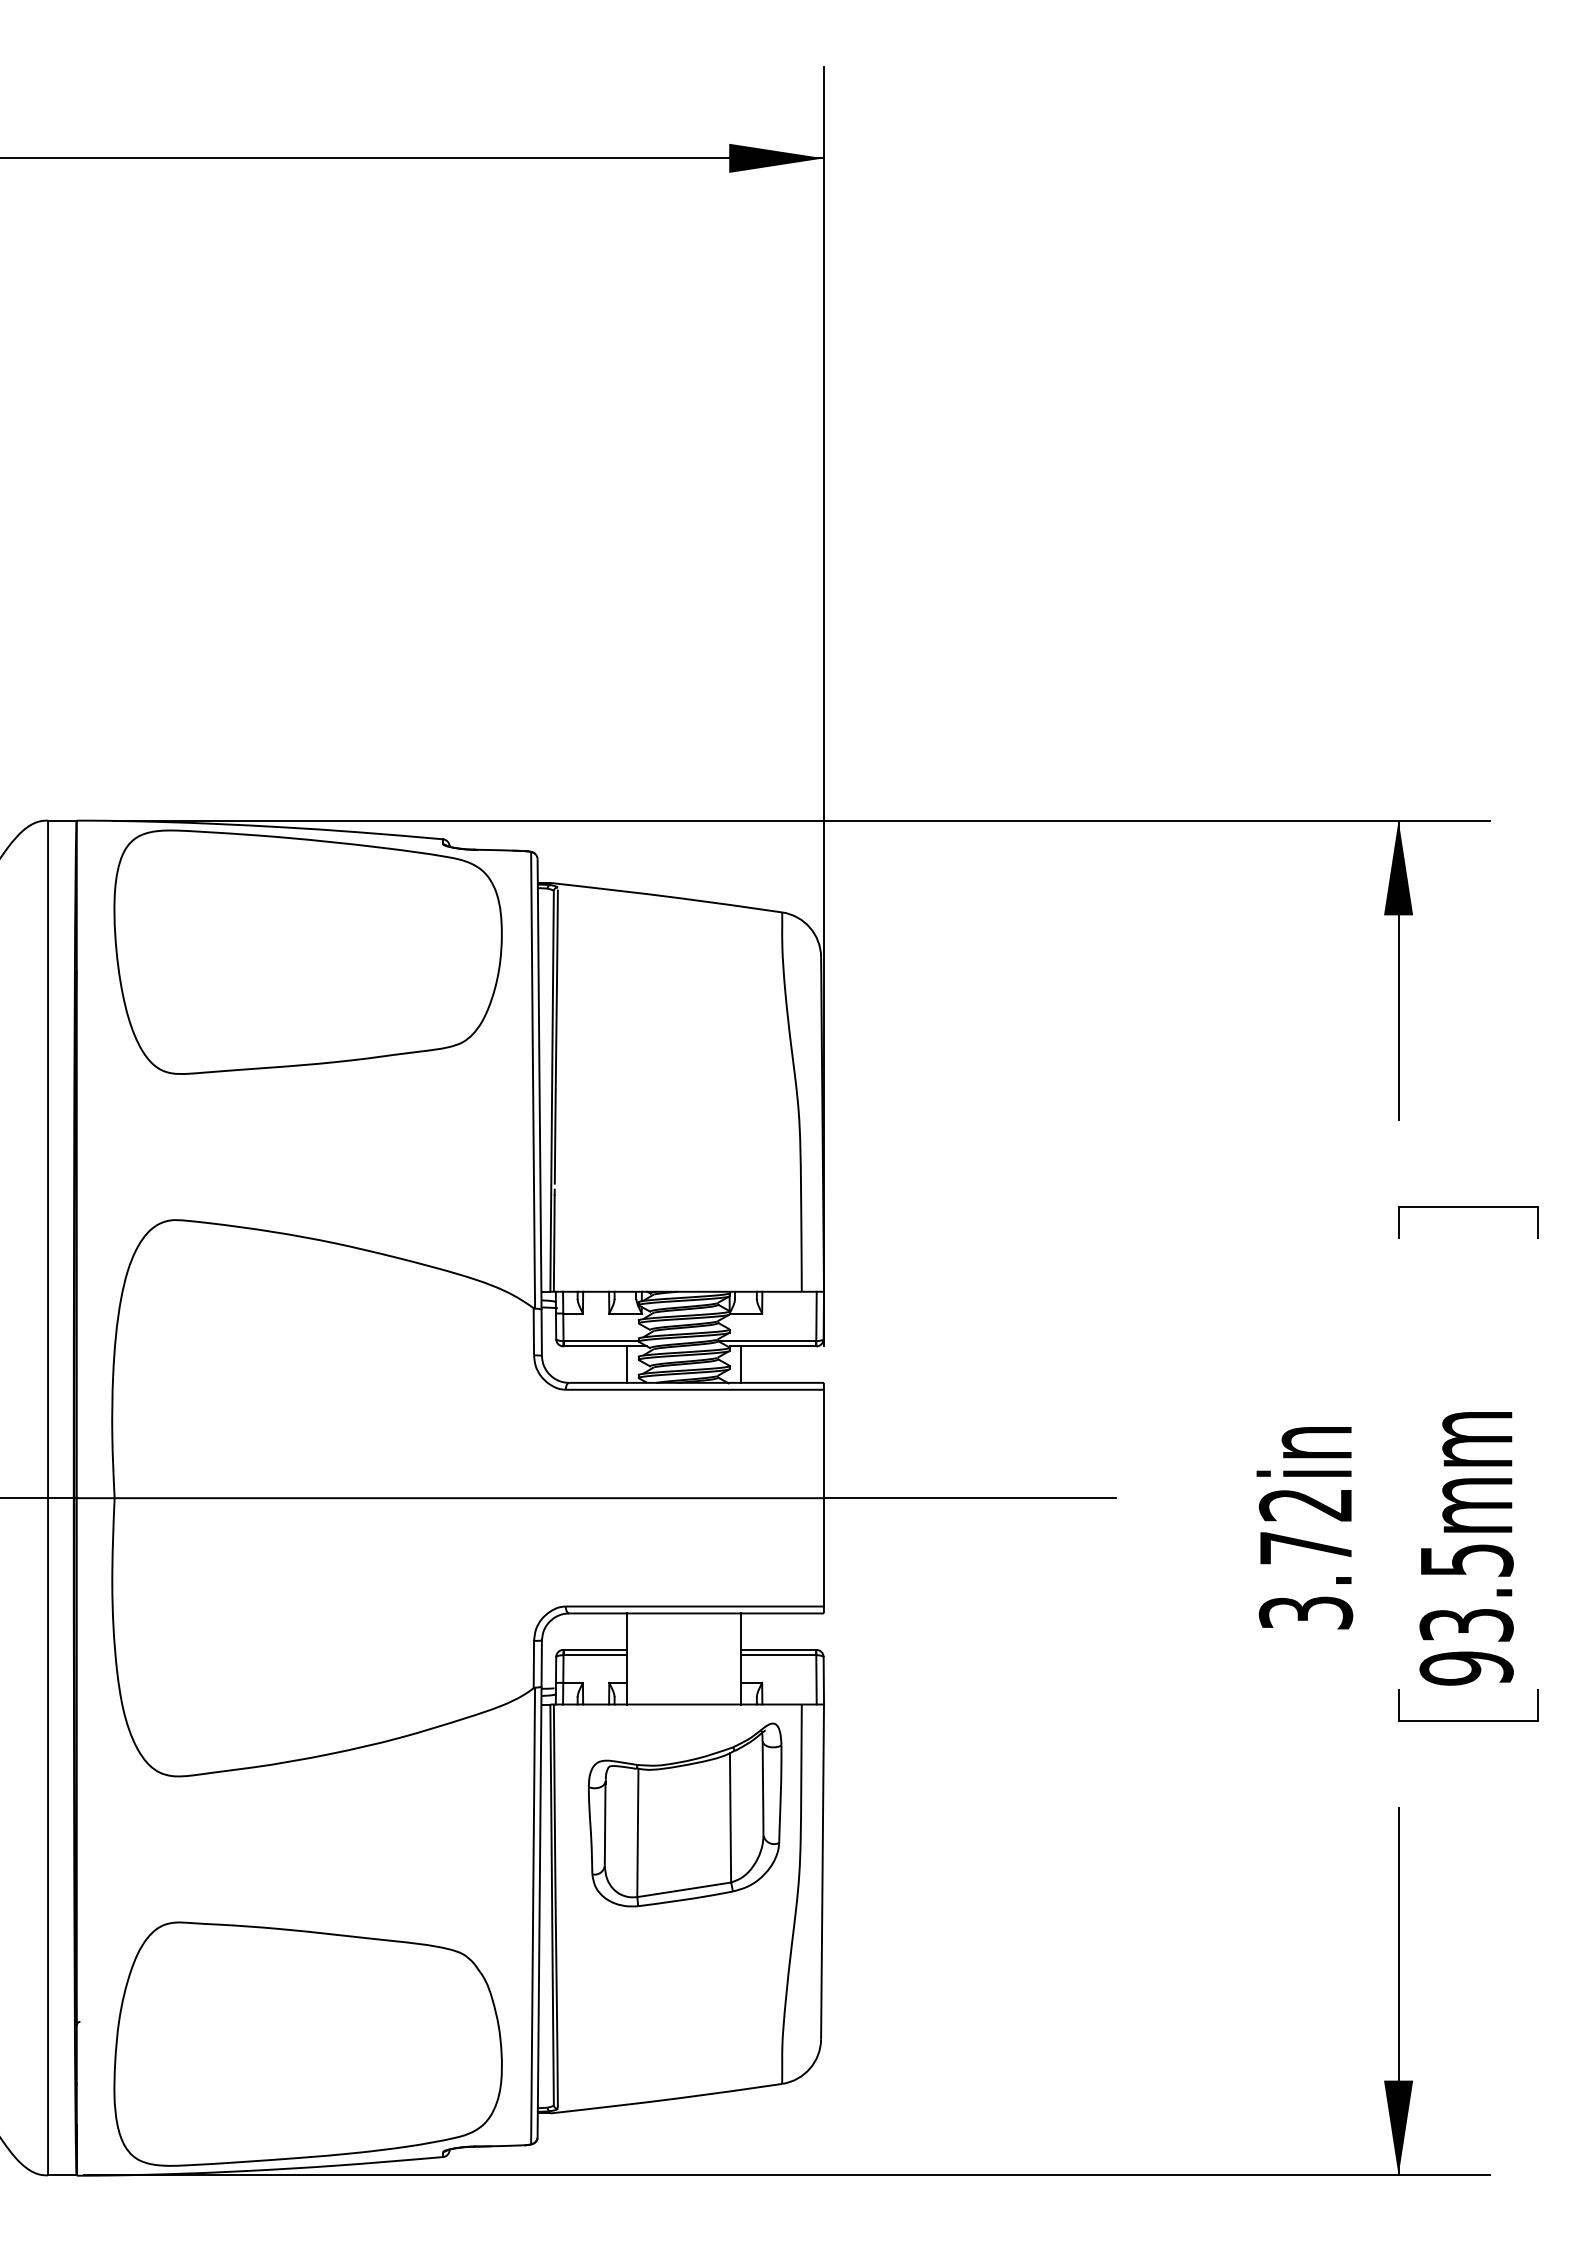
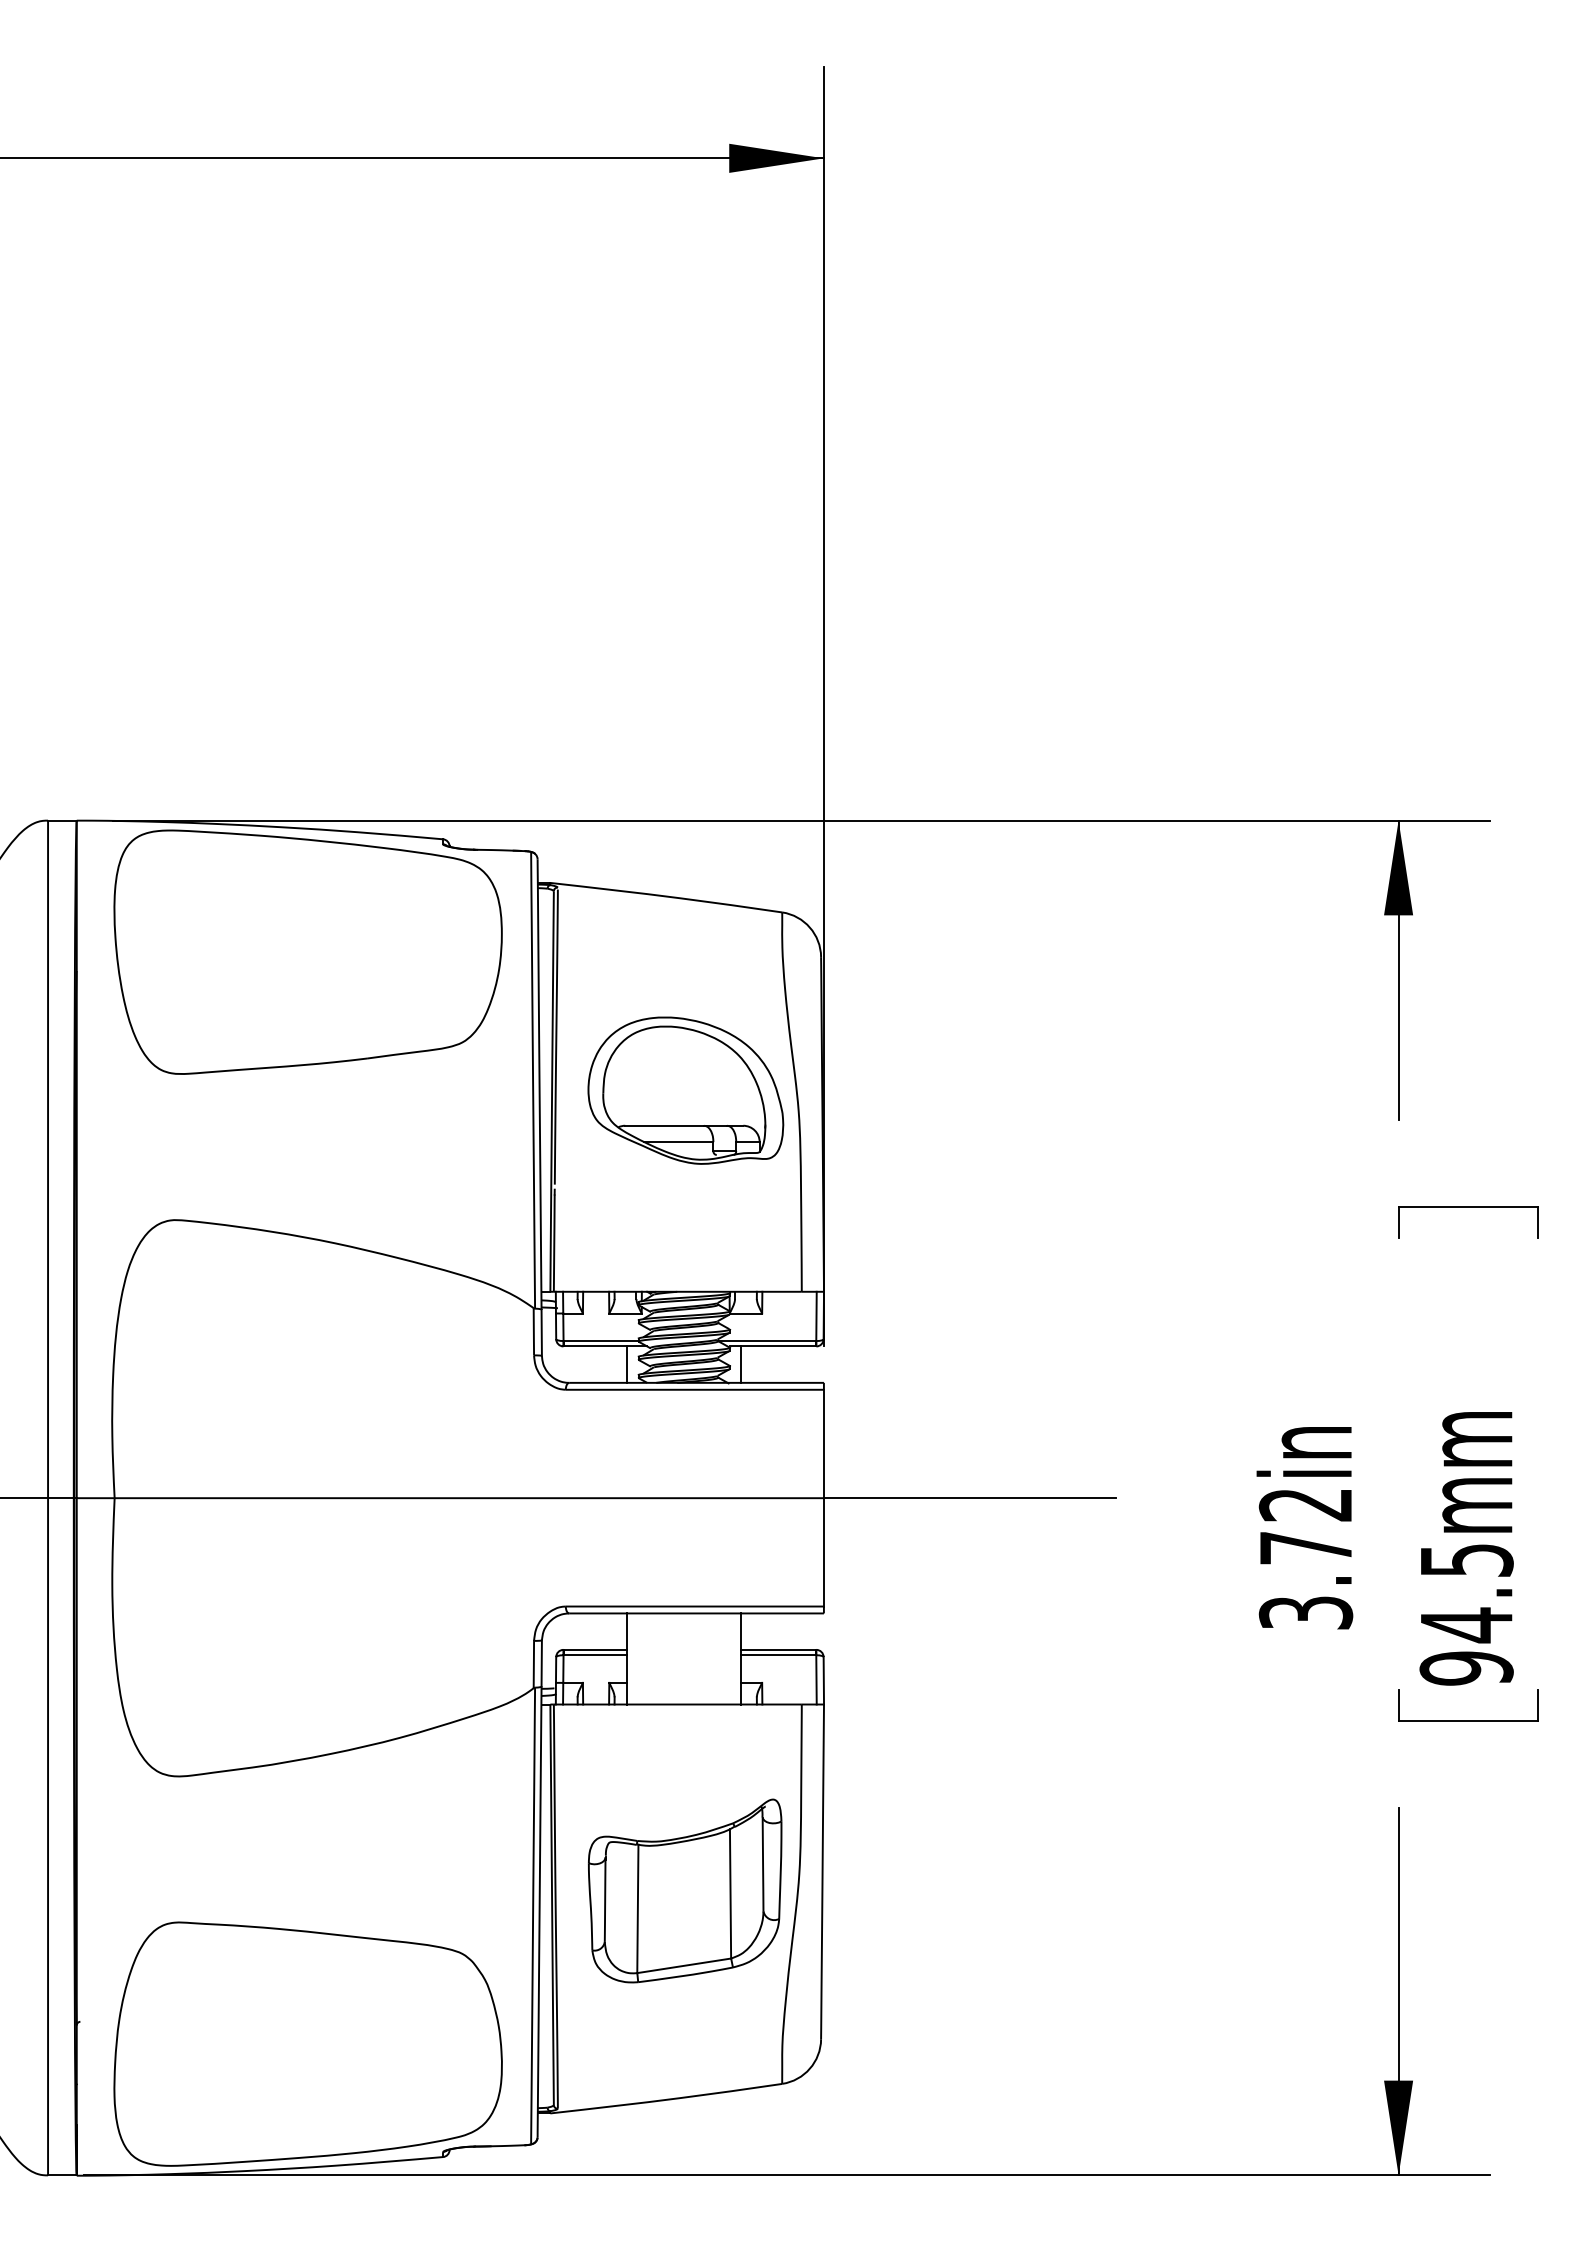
part at (685, 1090): none -> present
text at (1466, 1625): 93.5mm -> 94.5mm
part at (685, 1814) position: (685, 1814) -> (685, 1890)
